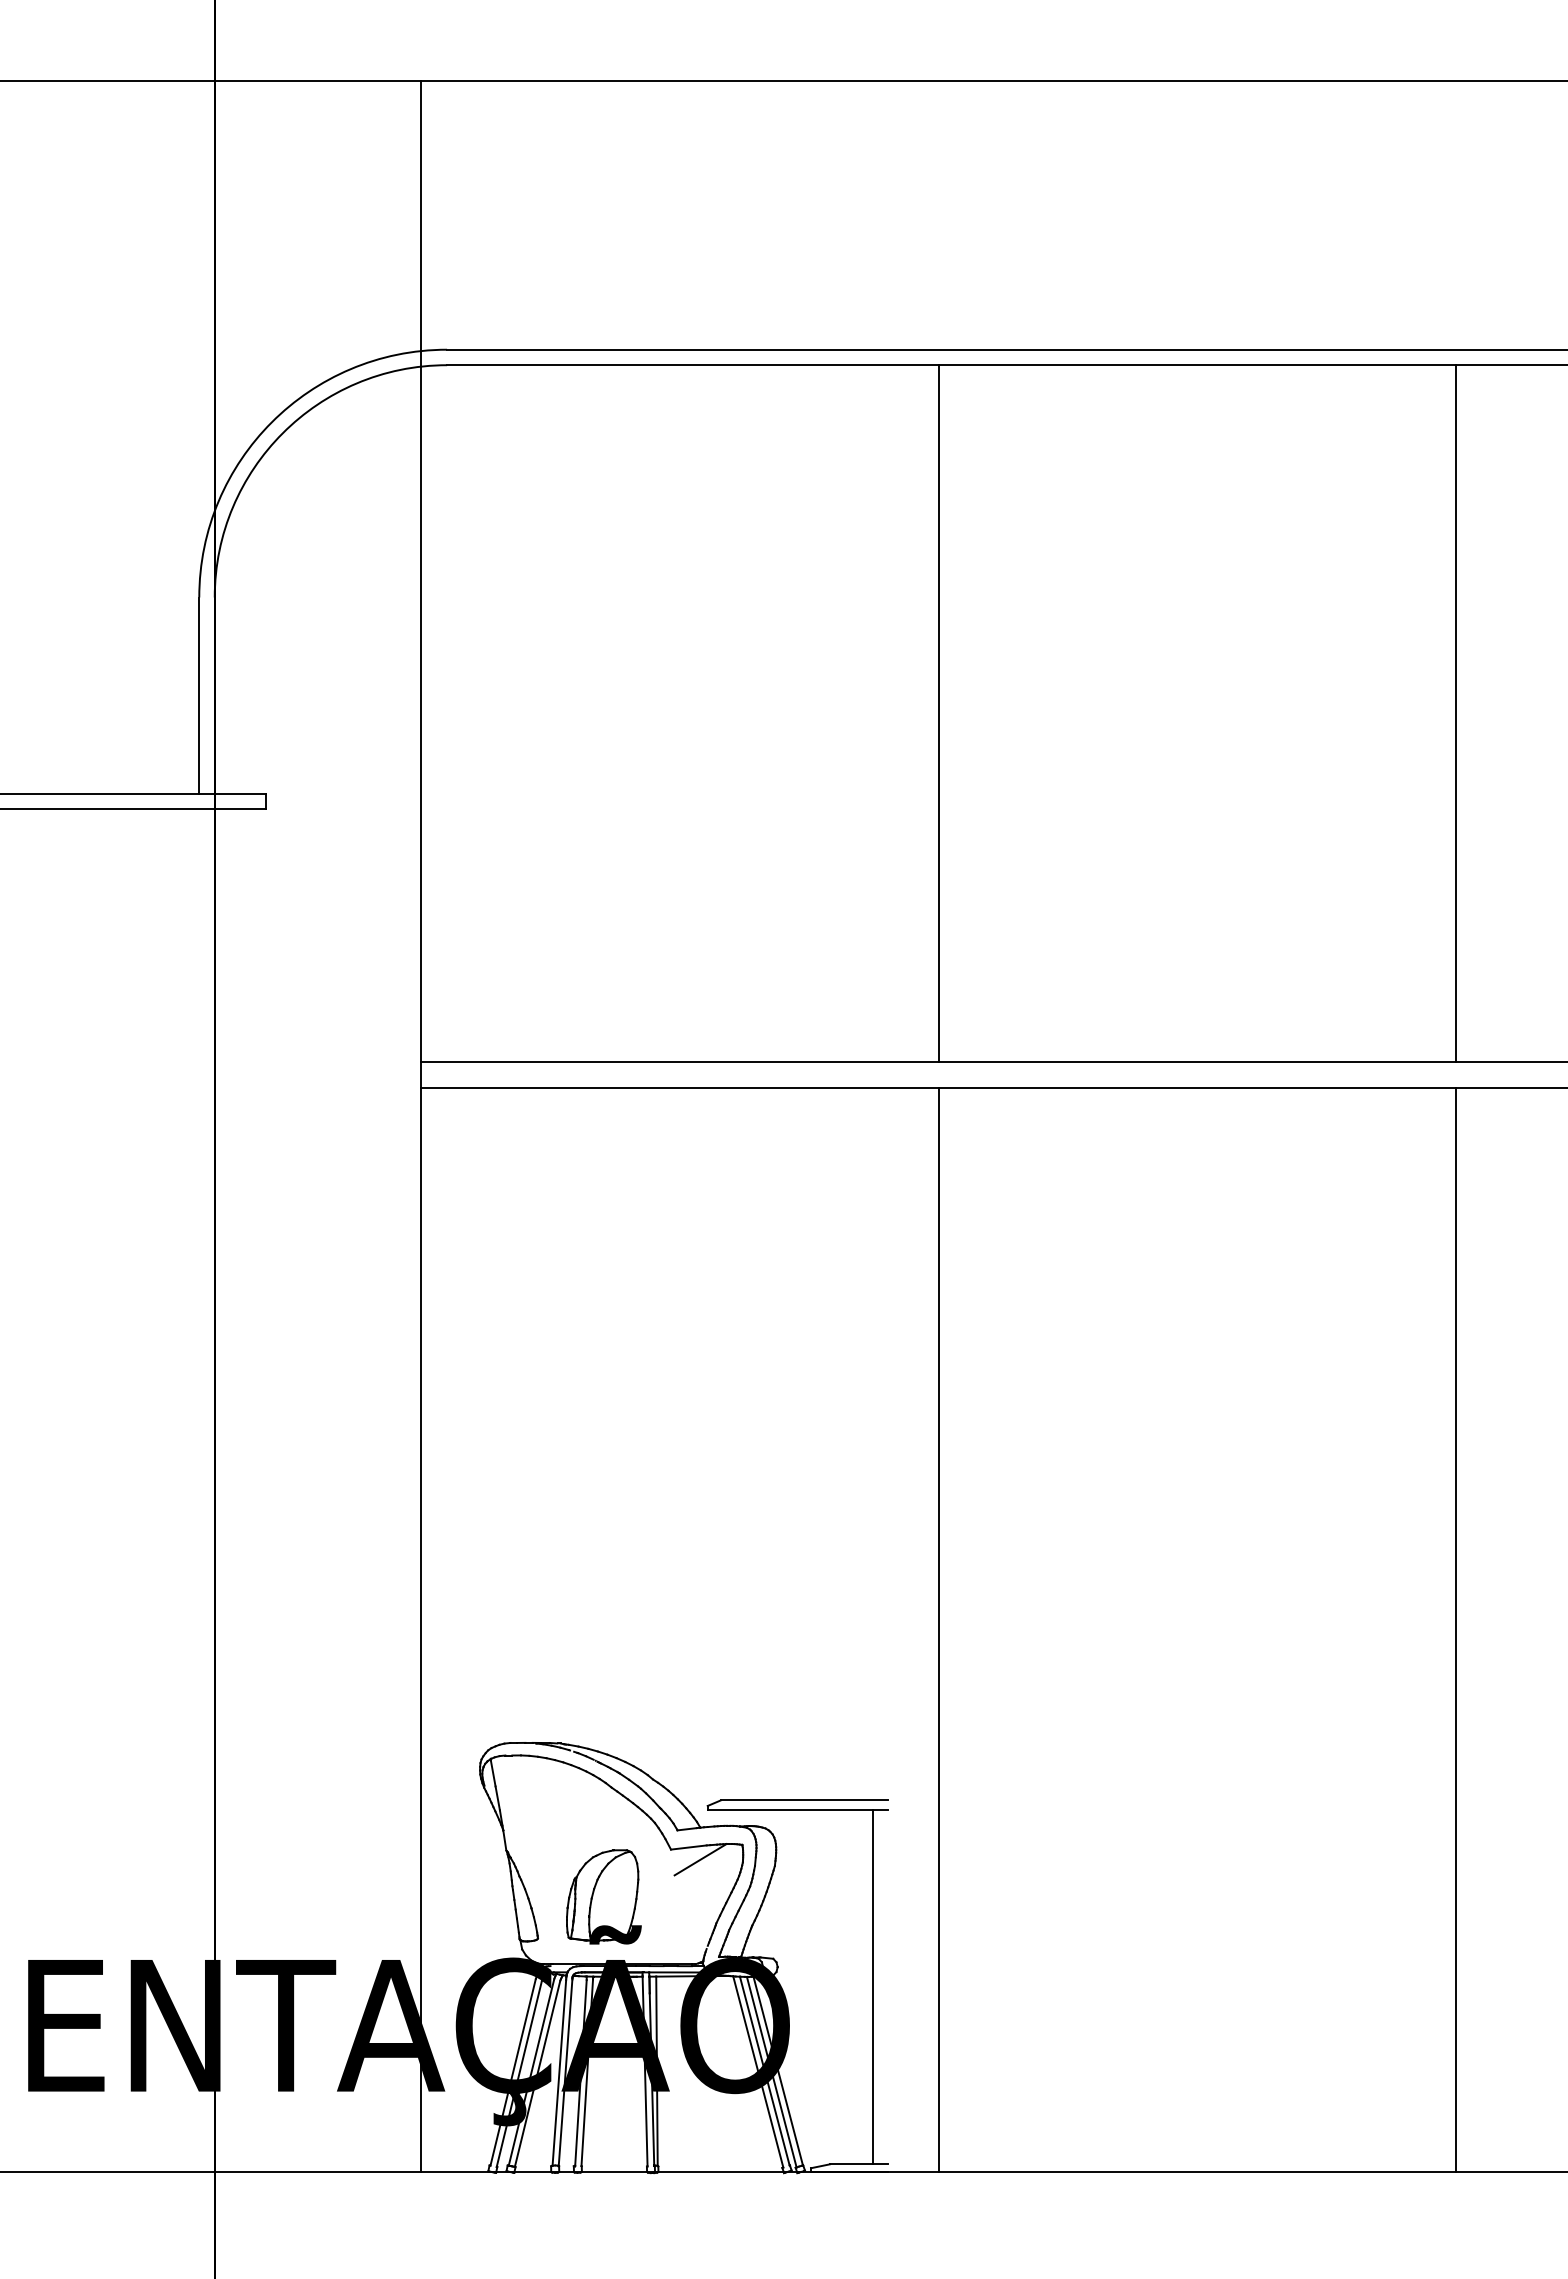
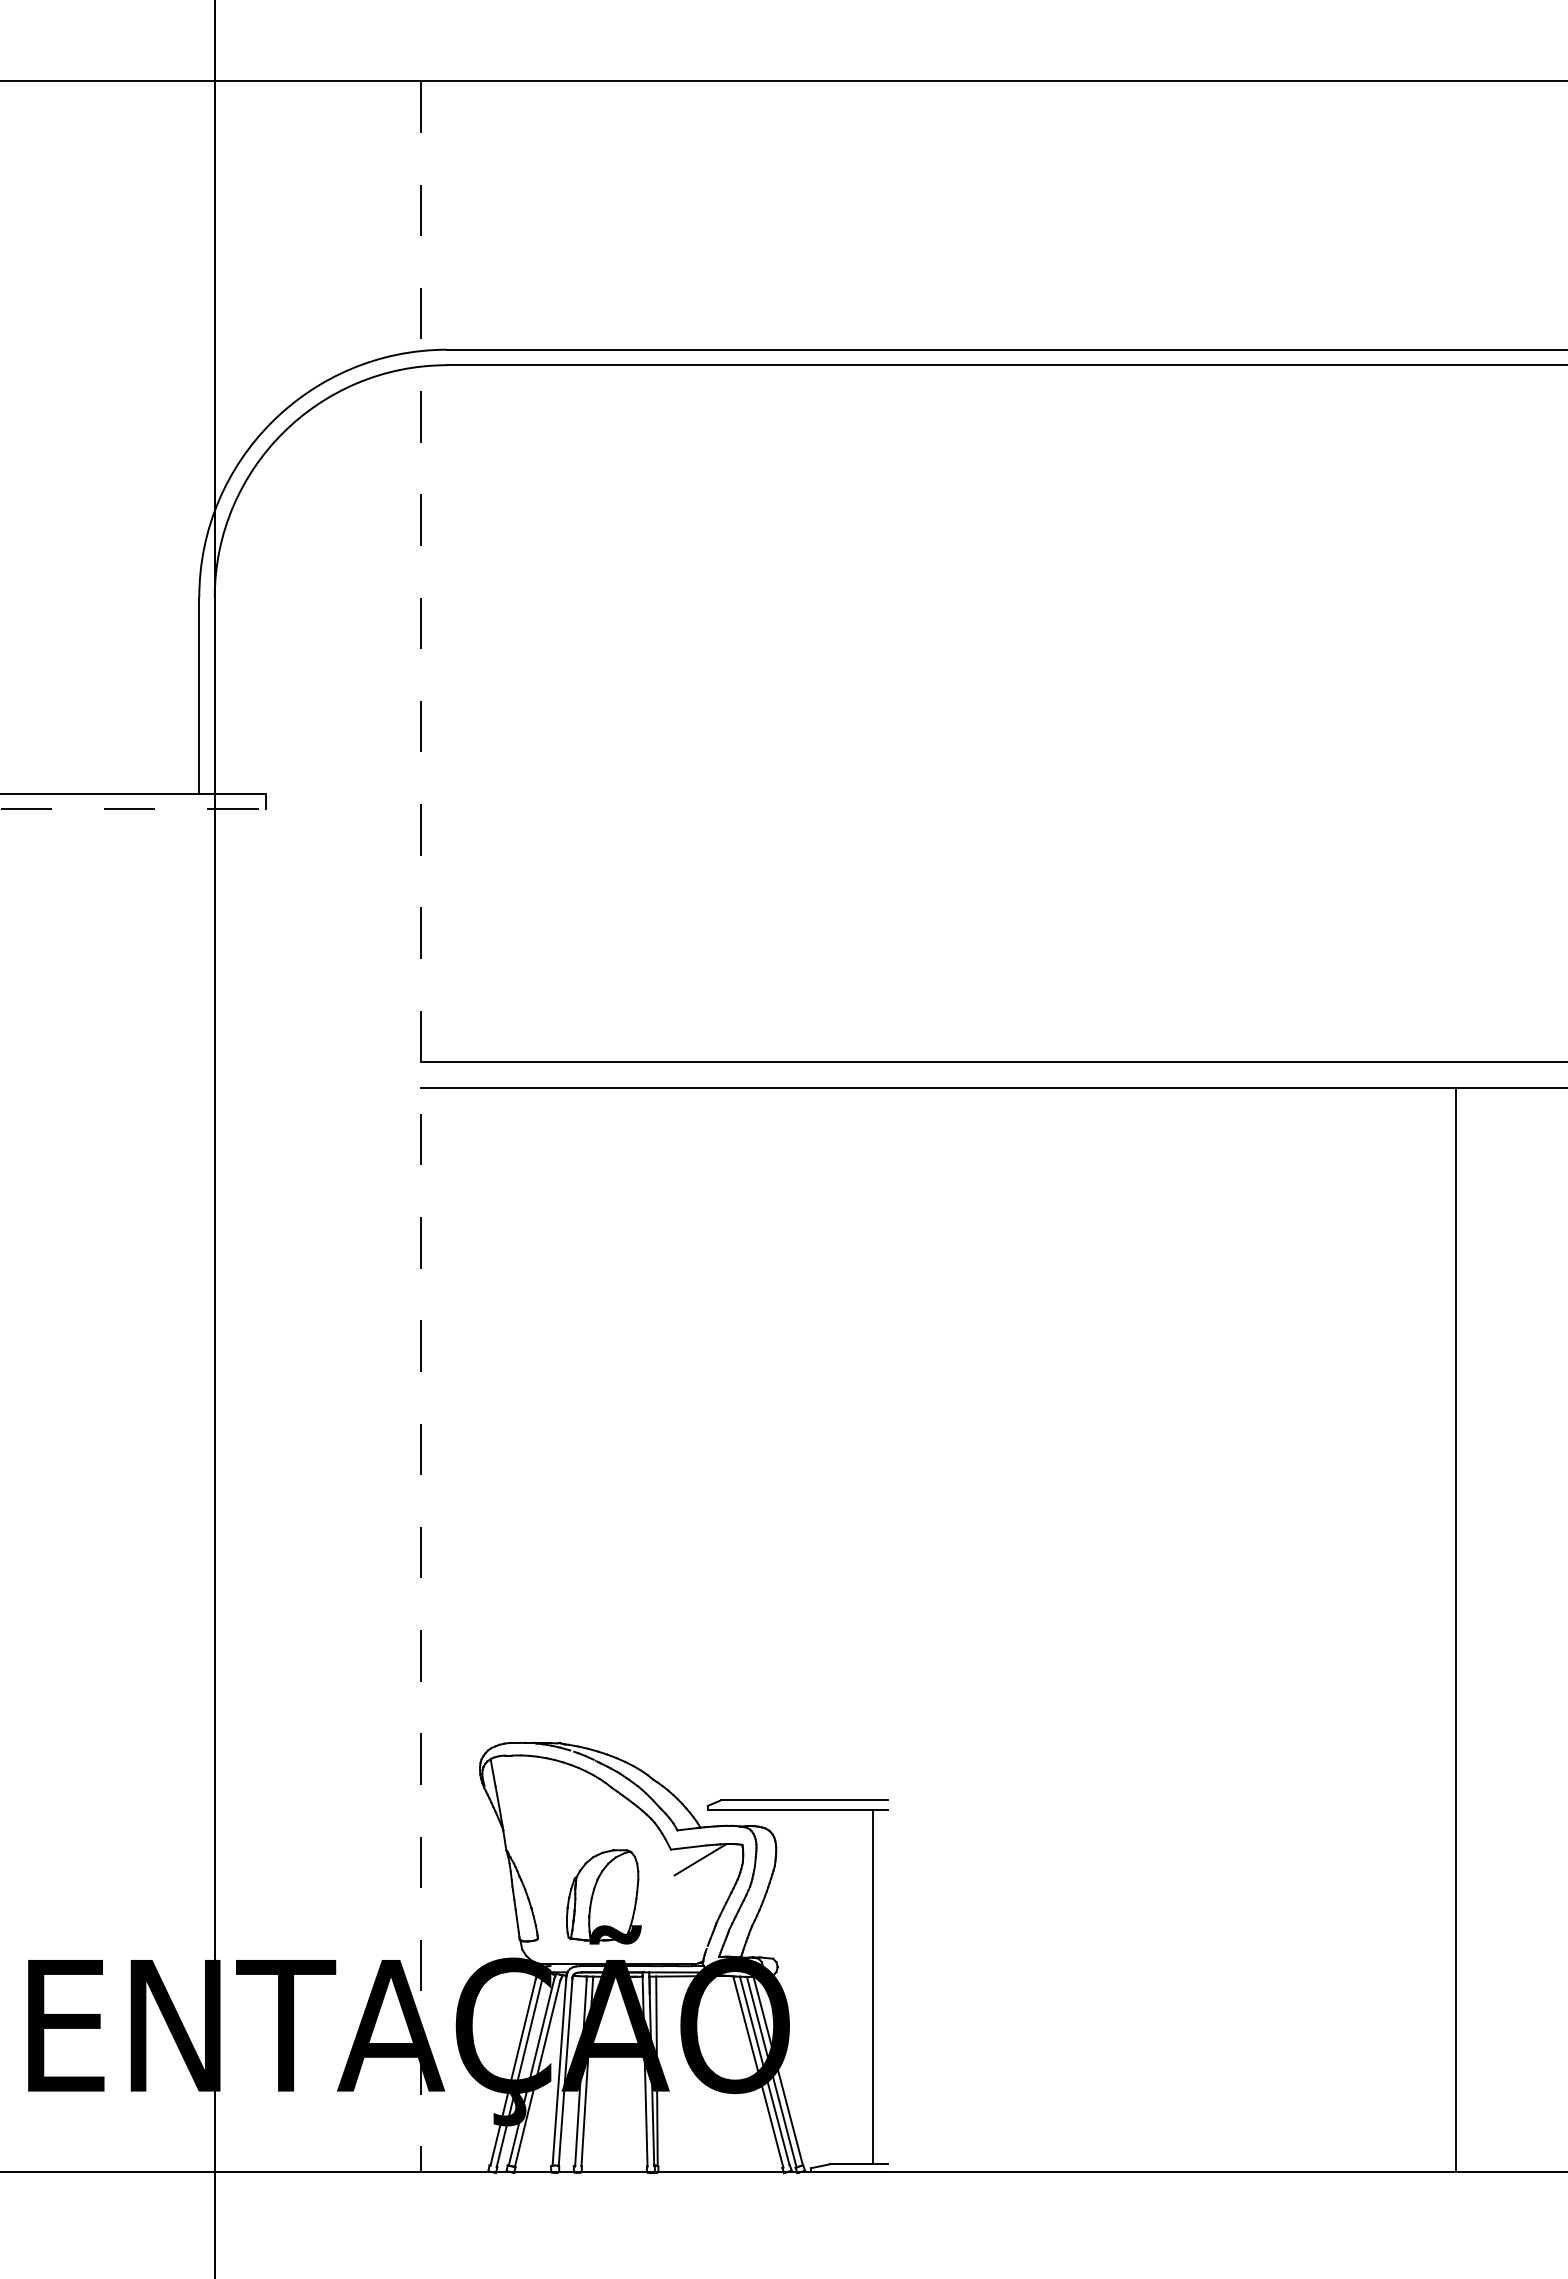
line at (938, 713): present -> none
line at (1455, 713): present -> none
line at (133, 809): solid -> dashed
line at (421, 1127): solid -> dashed
line at (938, 1629): present -> none
